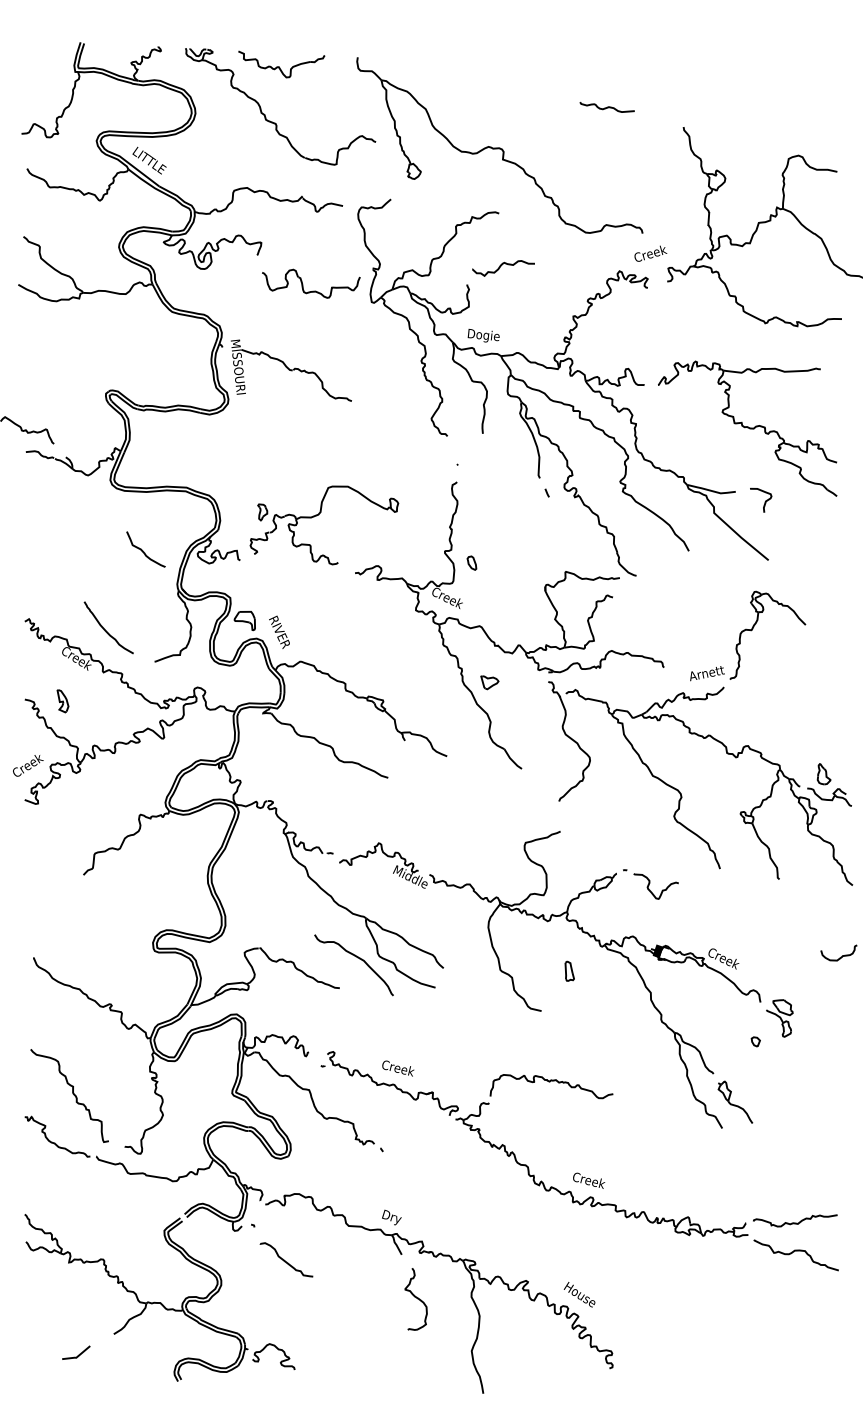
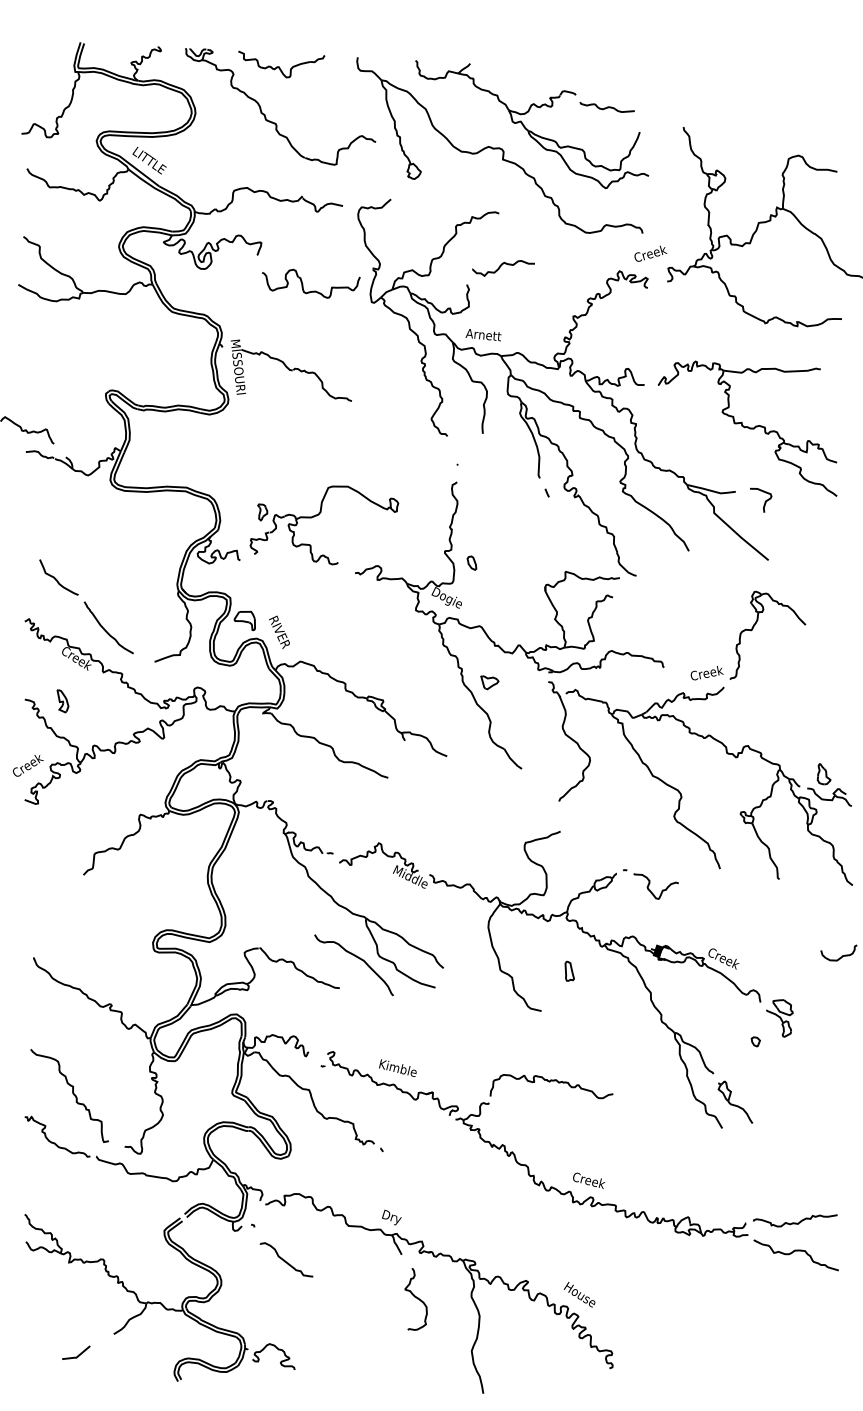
part at (530, 130): none -> present
text at (483, 335): Dogie -> Arnett
curve at (143, 550) position: (143, 550) -> (56, 578)
text at (446, 598): Creek -> Dogie
text at (707, 673): Arnett -> Creek
text at (397, 1067): Creek -> Kimble
